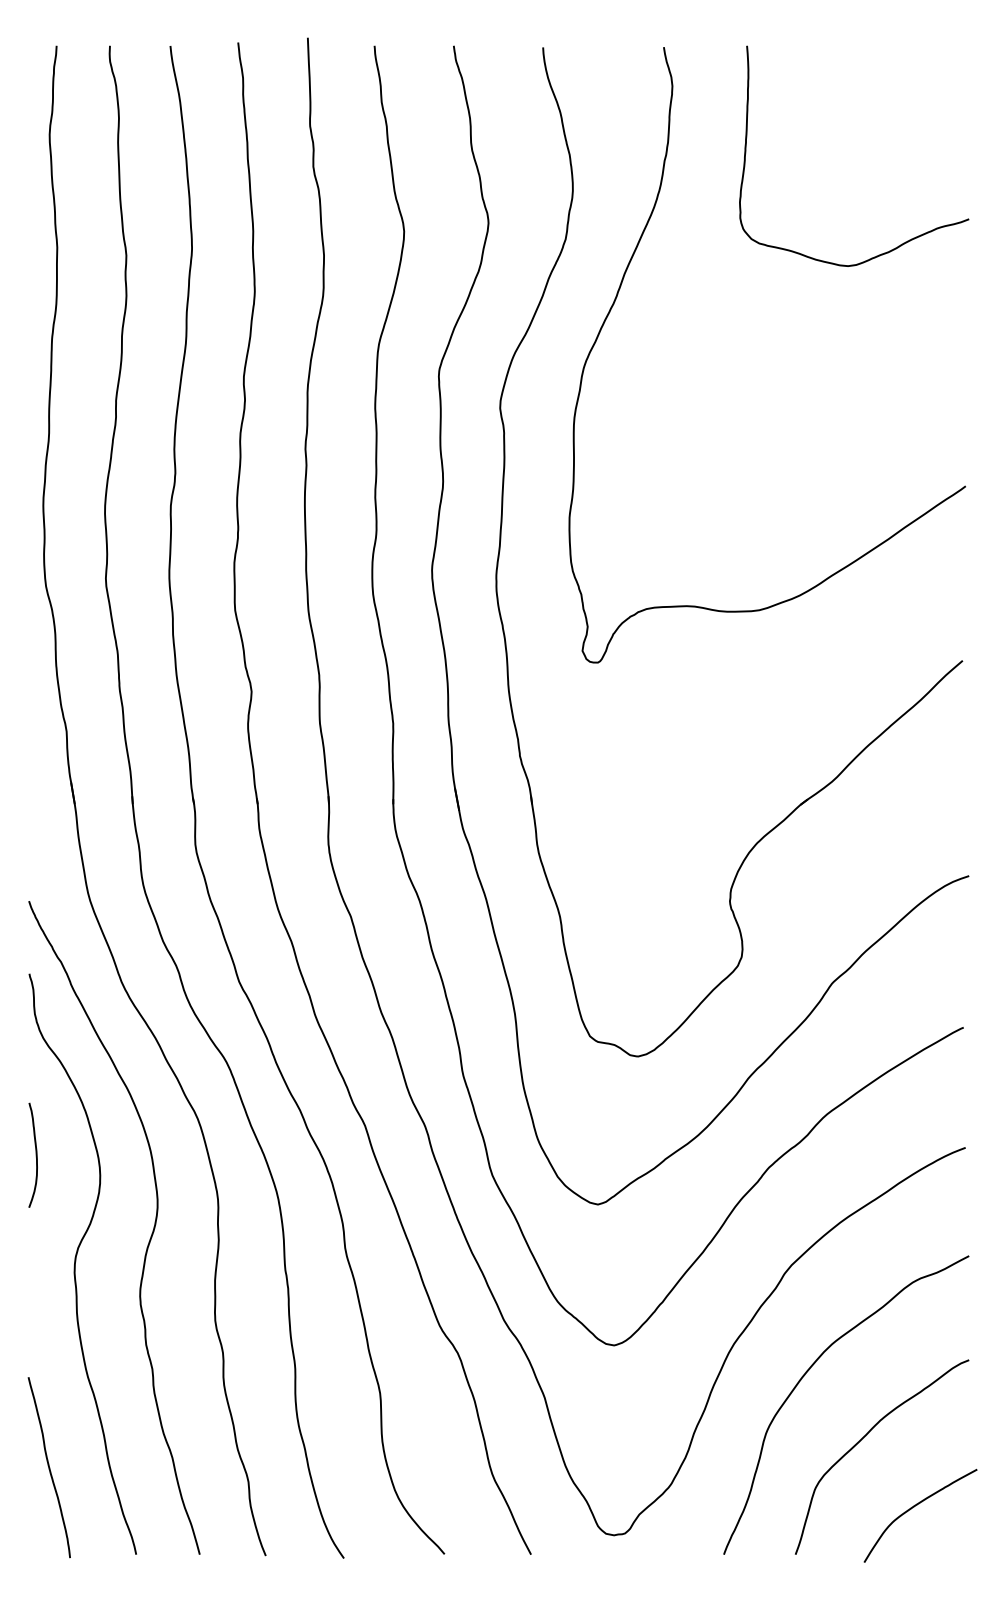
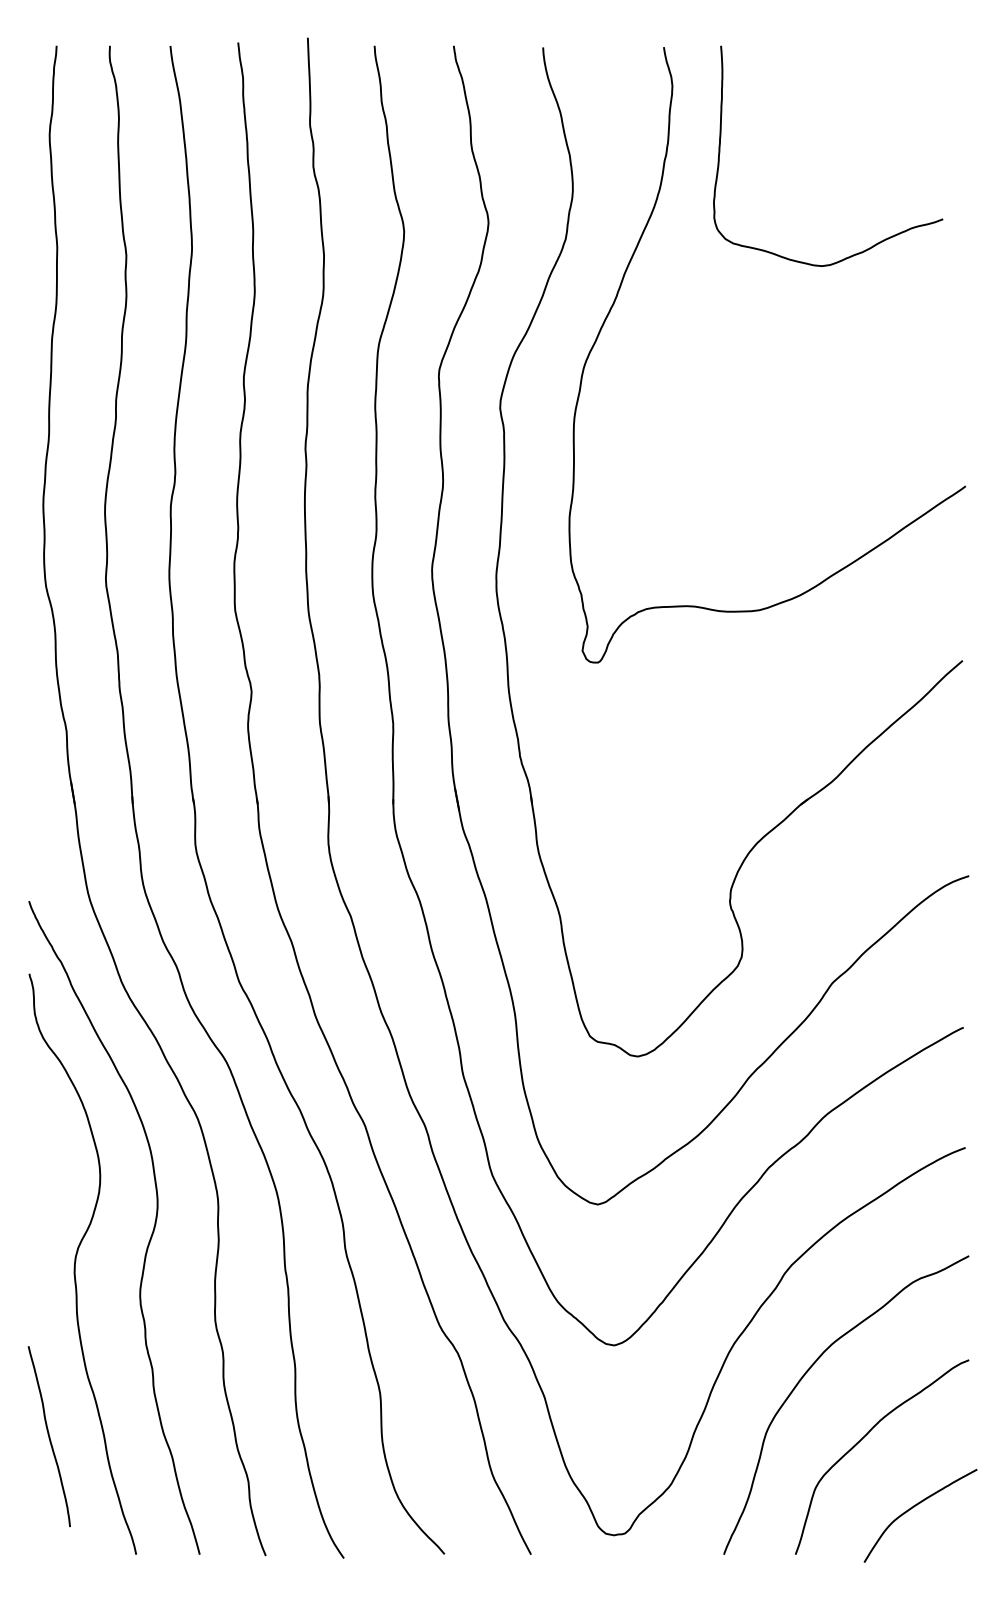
curve at (903, 242) position: (903, 242) -> (877, 242)
curve at (35, 1154): present -> none
curve at (48, 1467) position: (48, 1467) -> (48, 1436)
